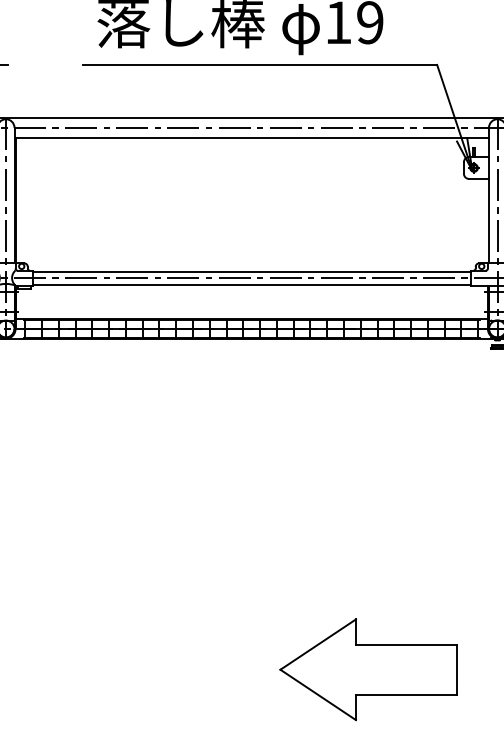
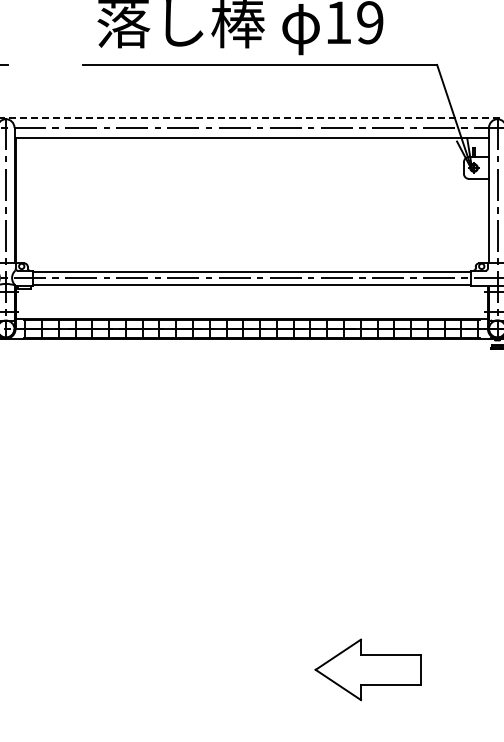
line at (252, 117): solid -> dashed
part at (368, 669) size: 179x104 px -> 108x64 px
